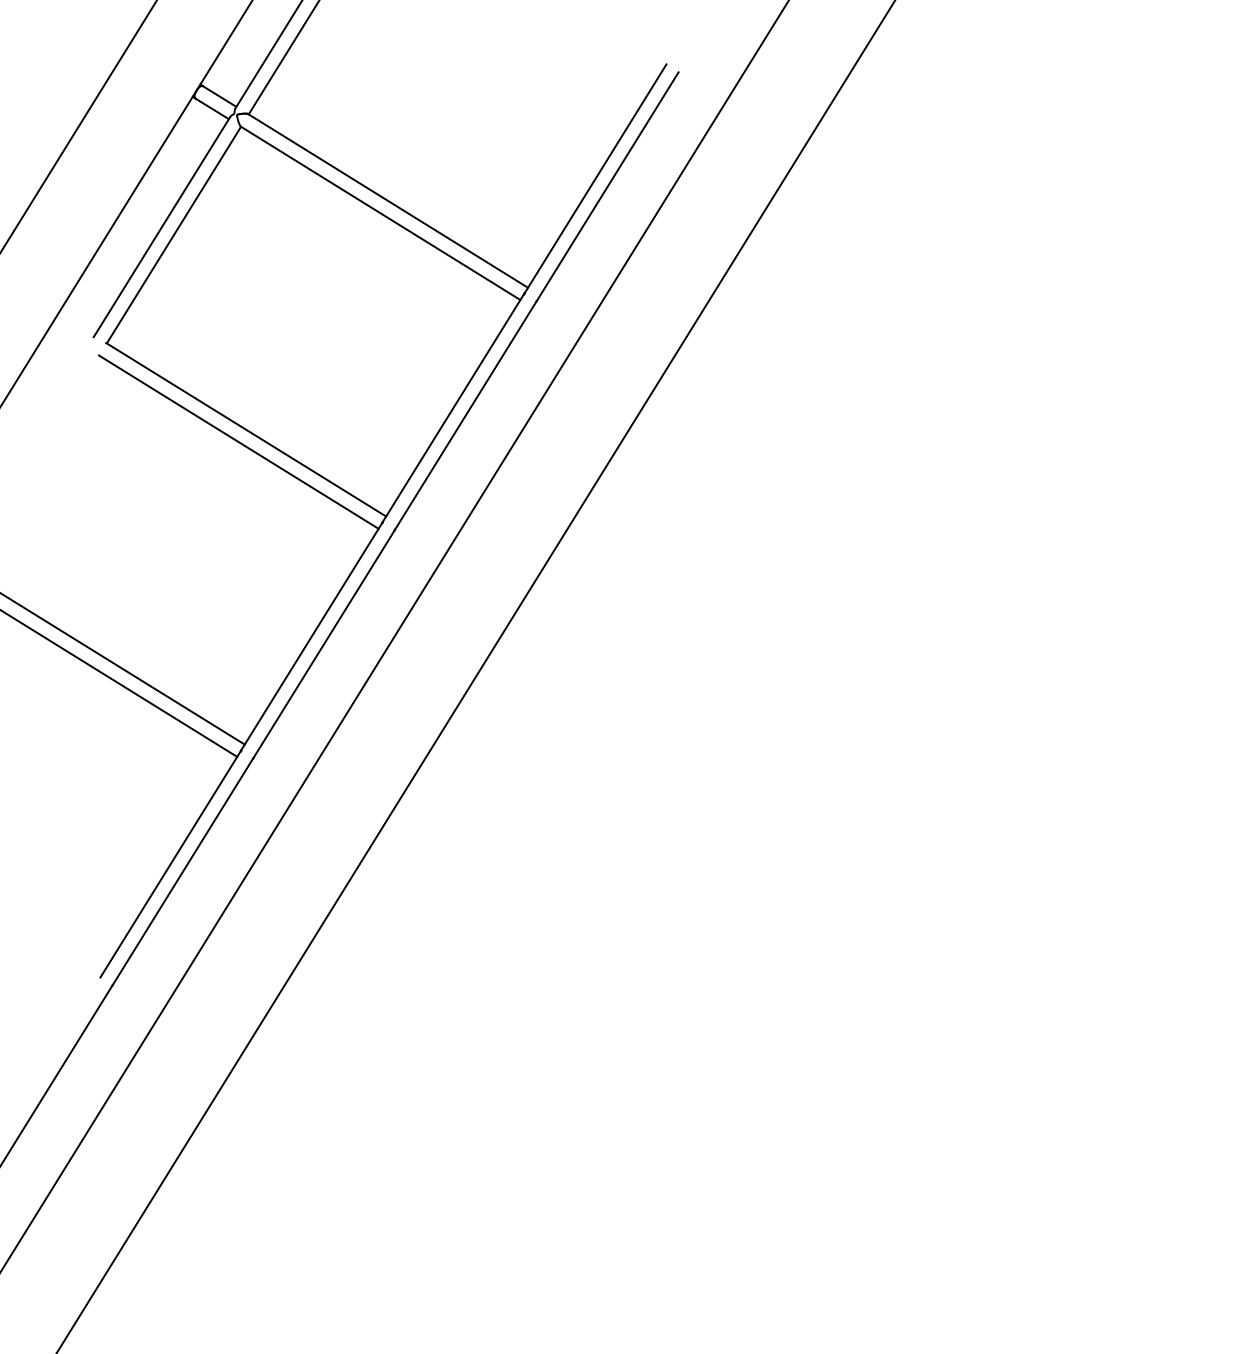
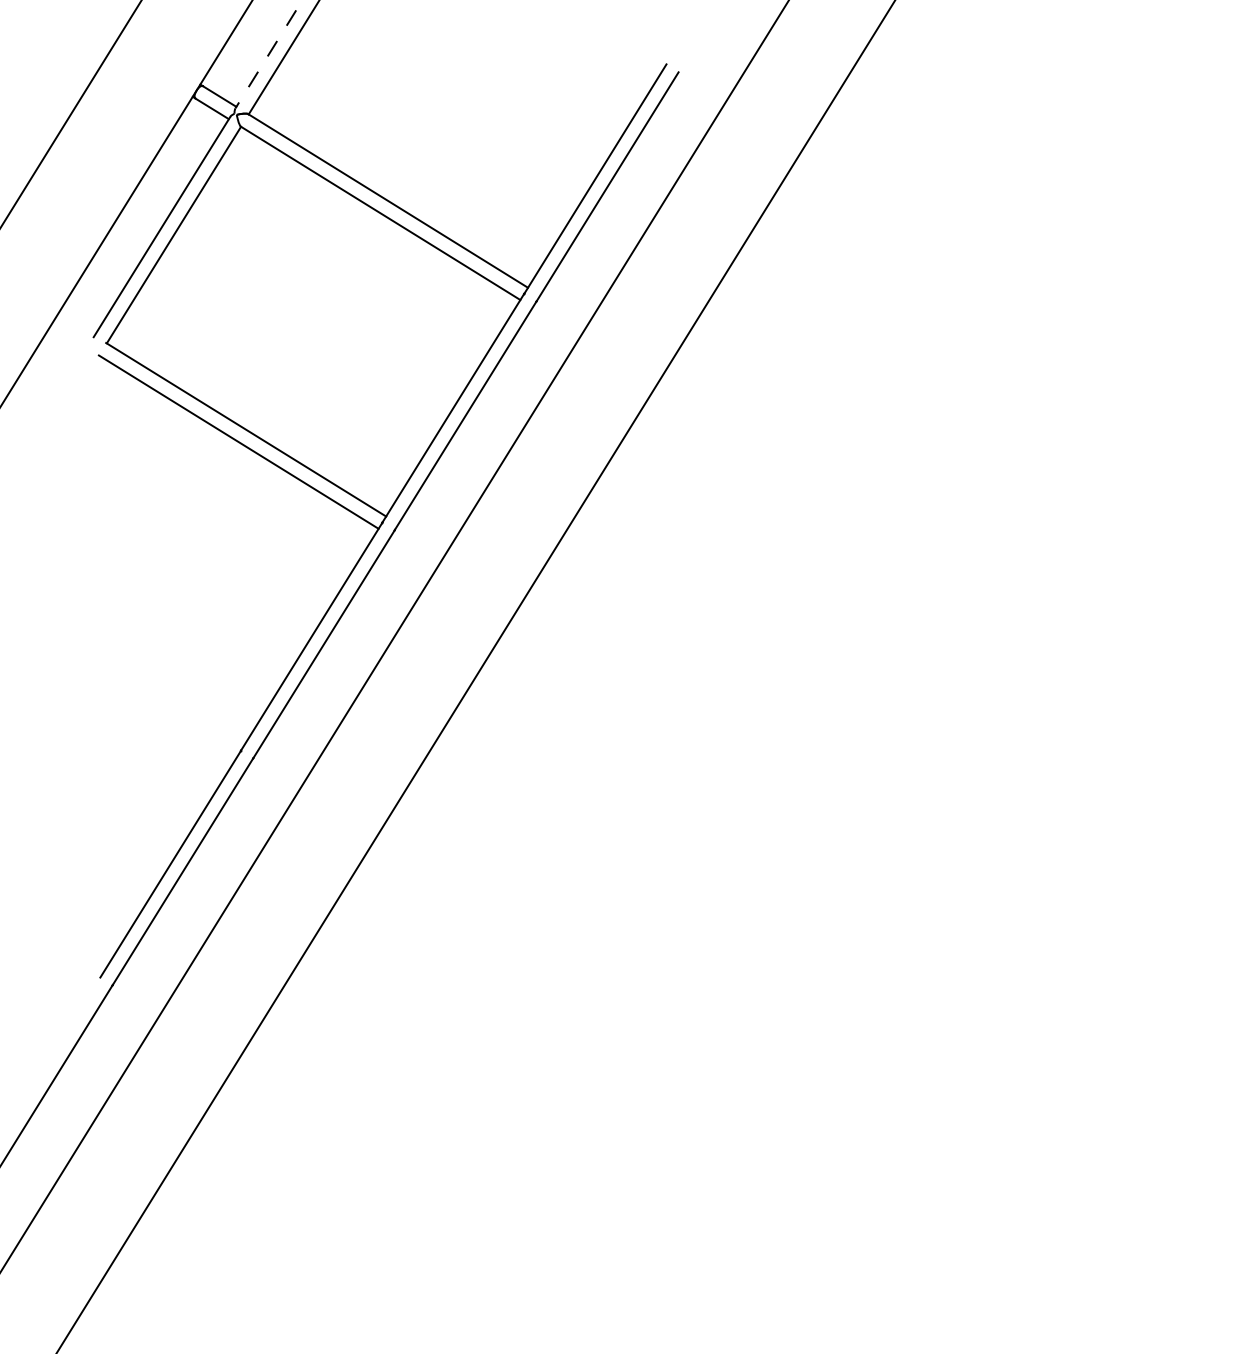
line at (268, 54): solid -> dashed
line at (78, 126) position: (78, 126) -> (71, 113)
line at (123, 669): present -> none
line at (119, 683): present -> none
